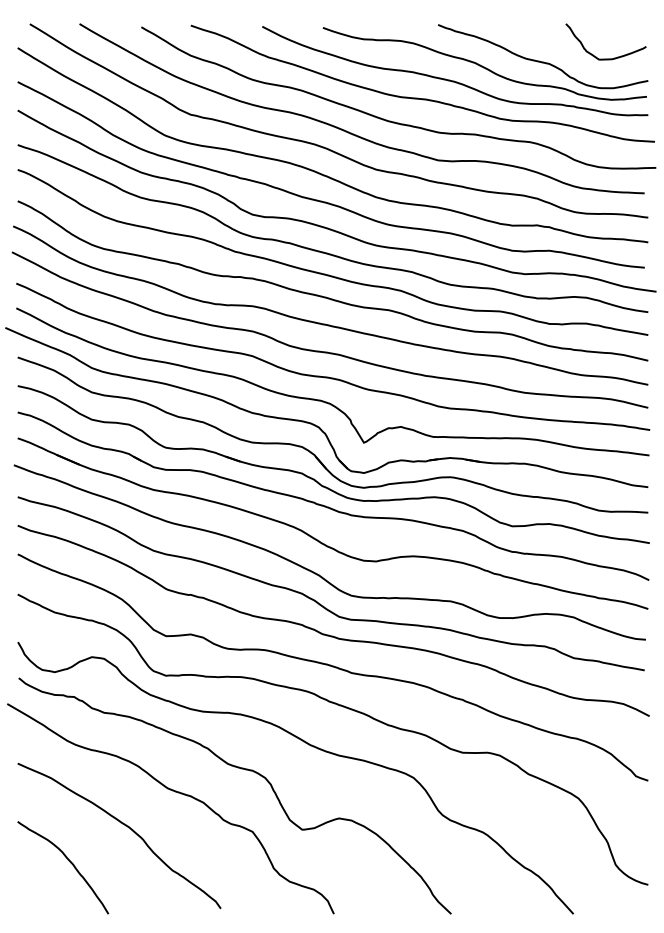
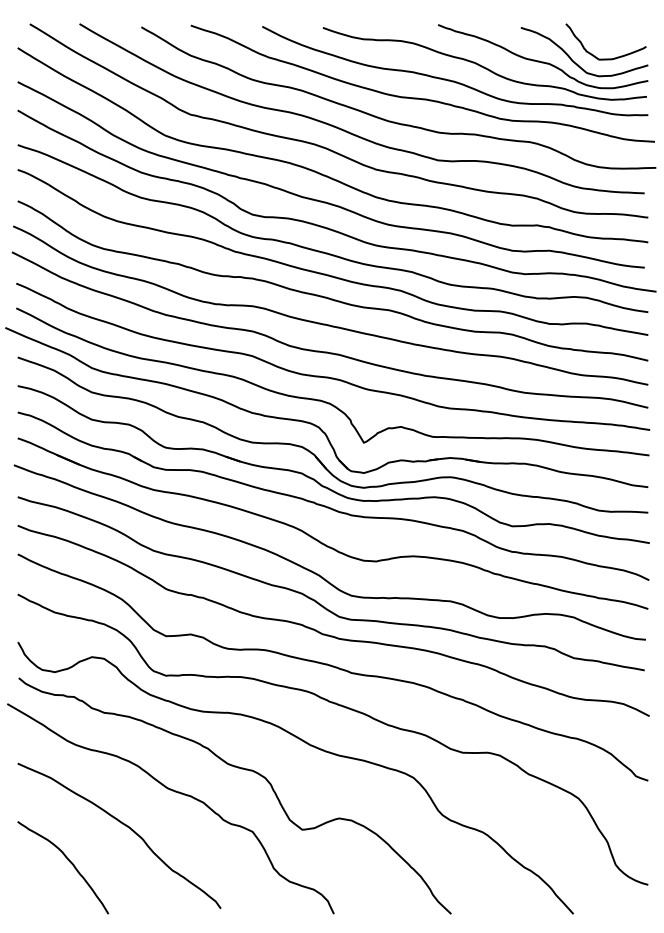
curve at (577, 63): none -> present
